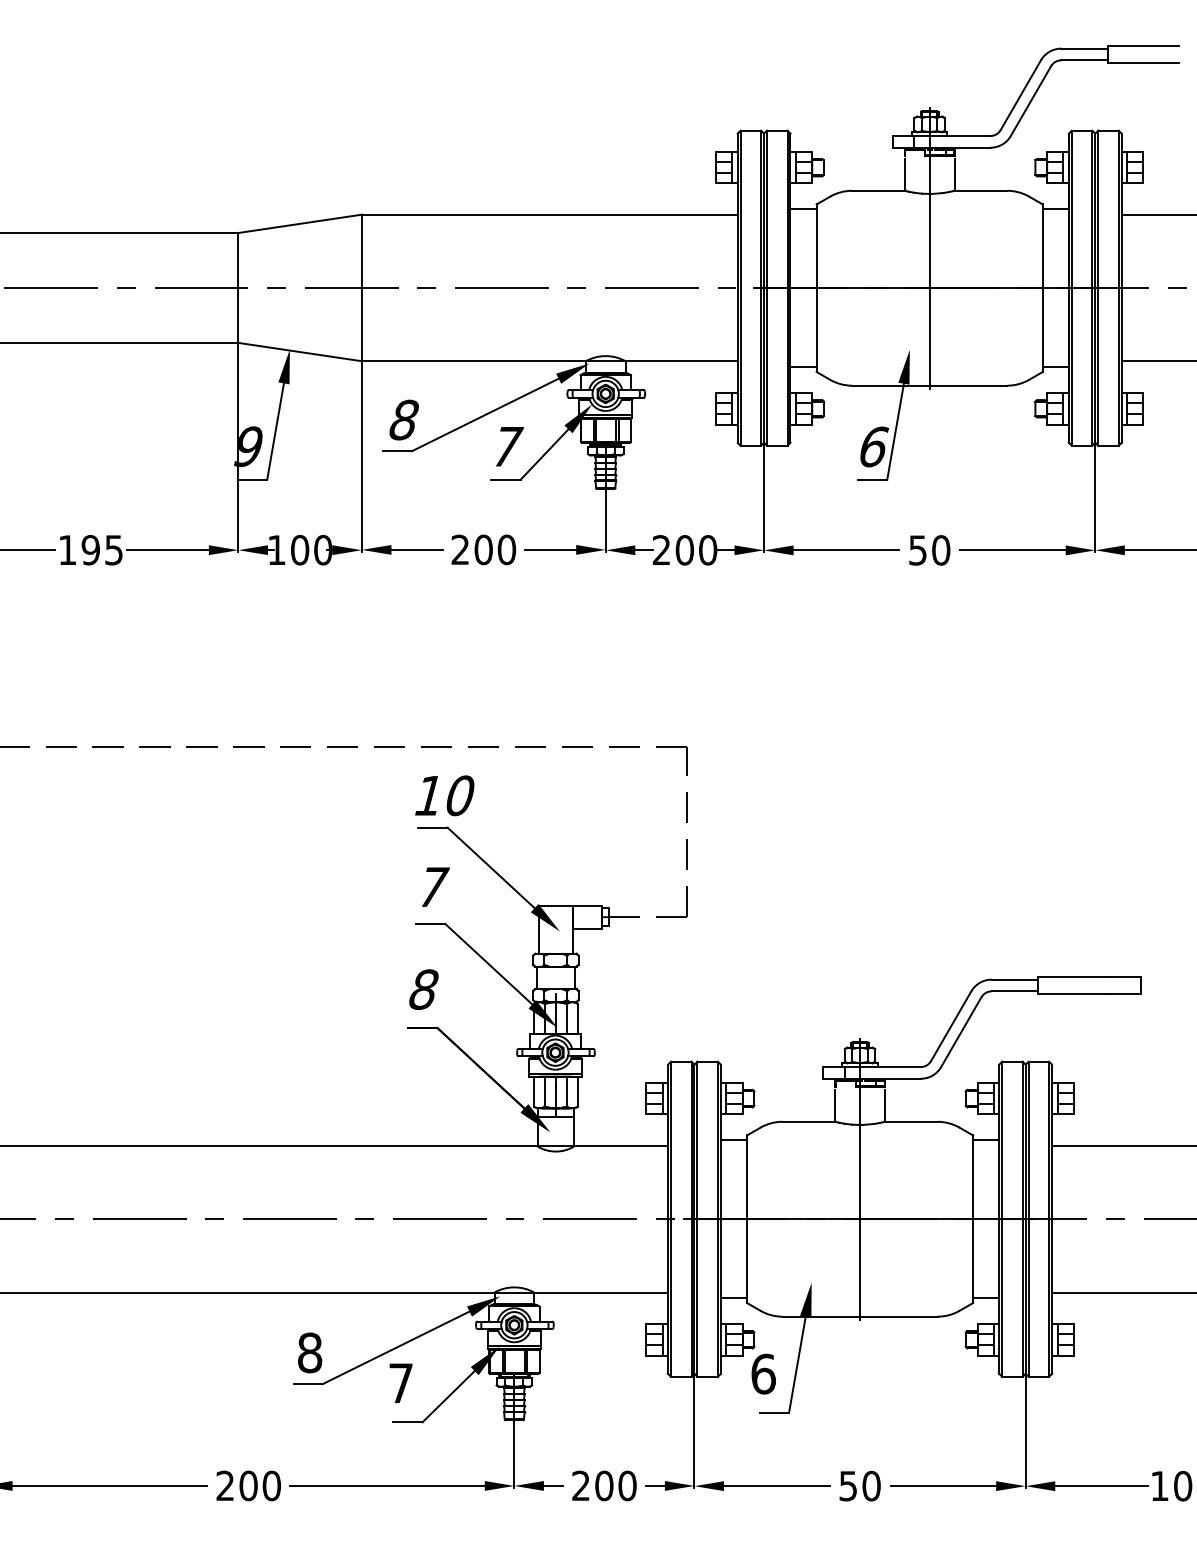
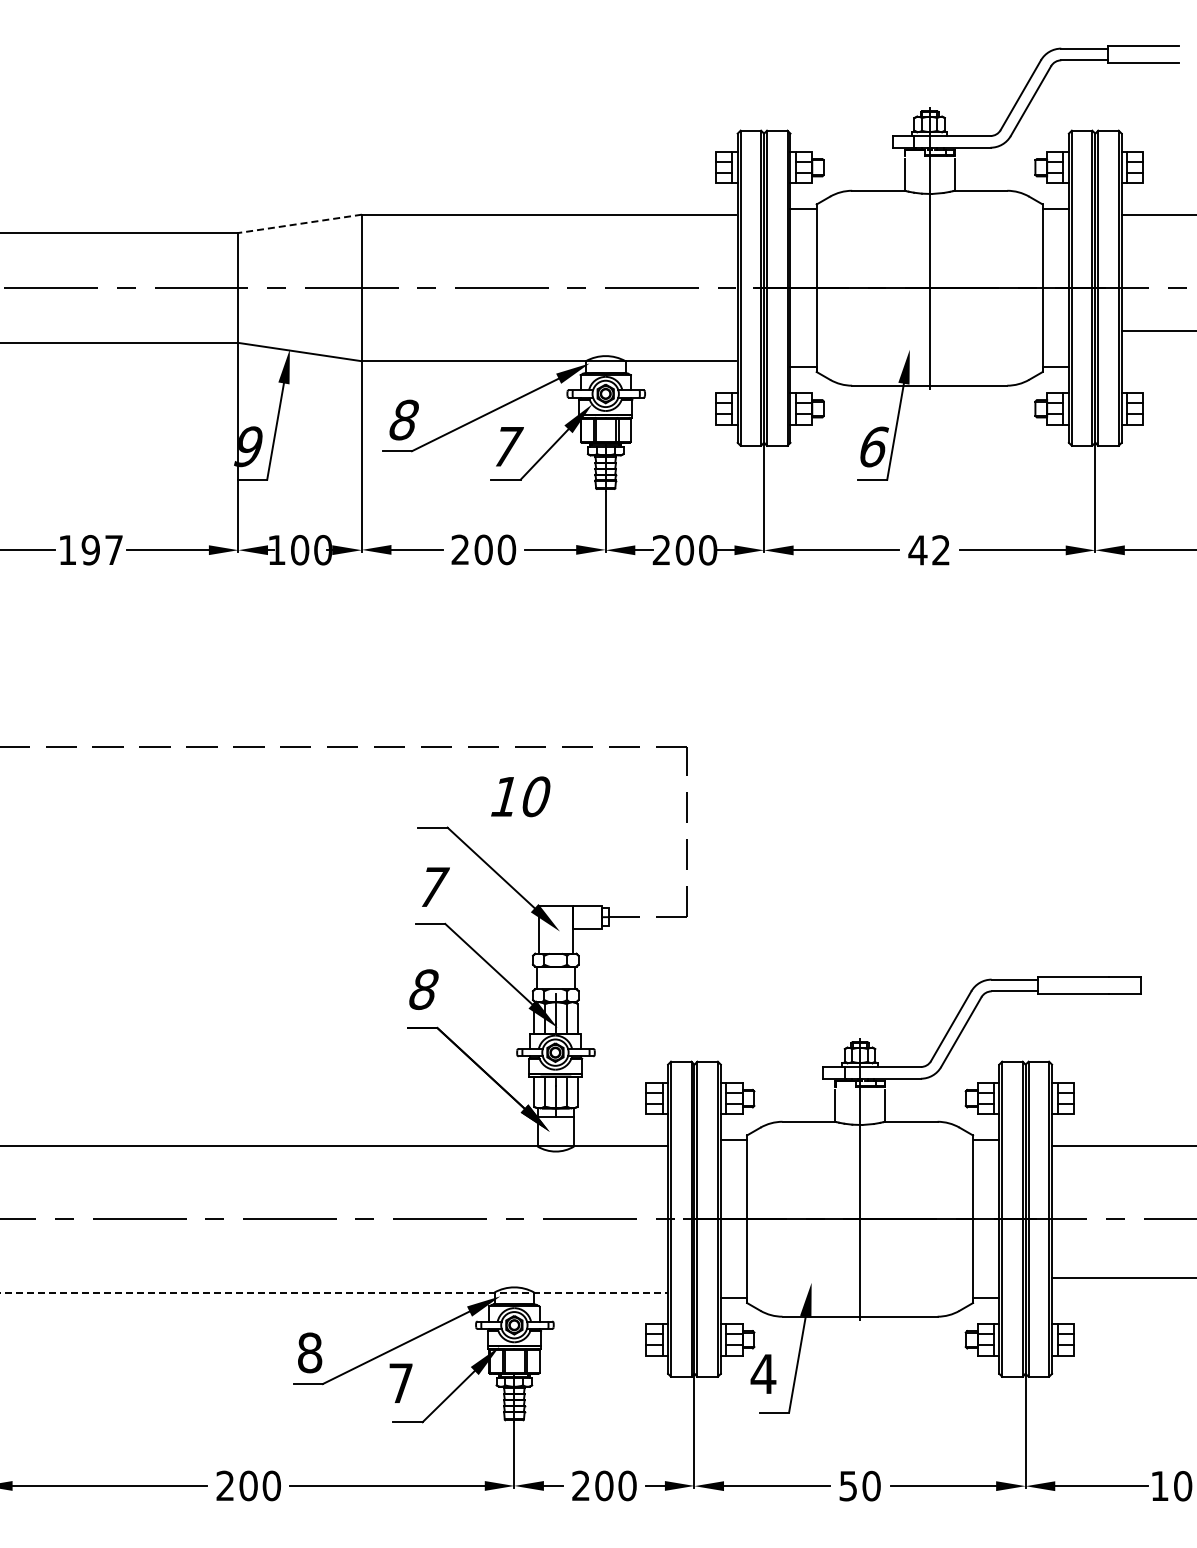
line at (299, 223): solid -> dashed
line at (1157, 361) position: (1157, 361) -> (1157, 331)
text at (113, 550): 195 -> 197
text at (929, 550): 50 -> 42
text at (444, 795) position: (444, 795) -> (520, 796)
line at (334, 1292): solid -> dashed
line at (1122, 1292) position: (1122, 1292) -> (1122, 1277)
text at (763, 1373): 6 -> 4
